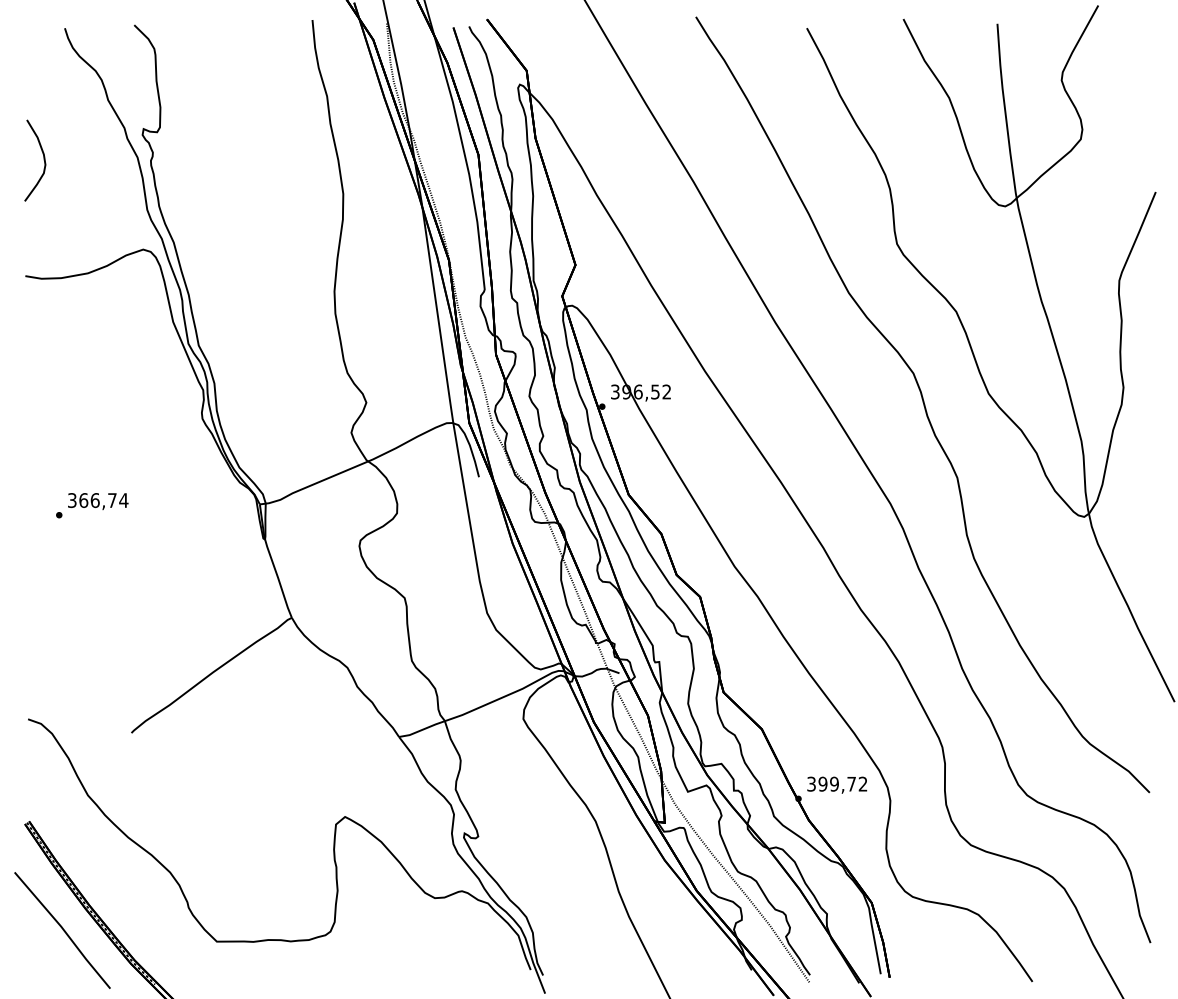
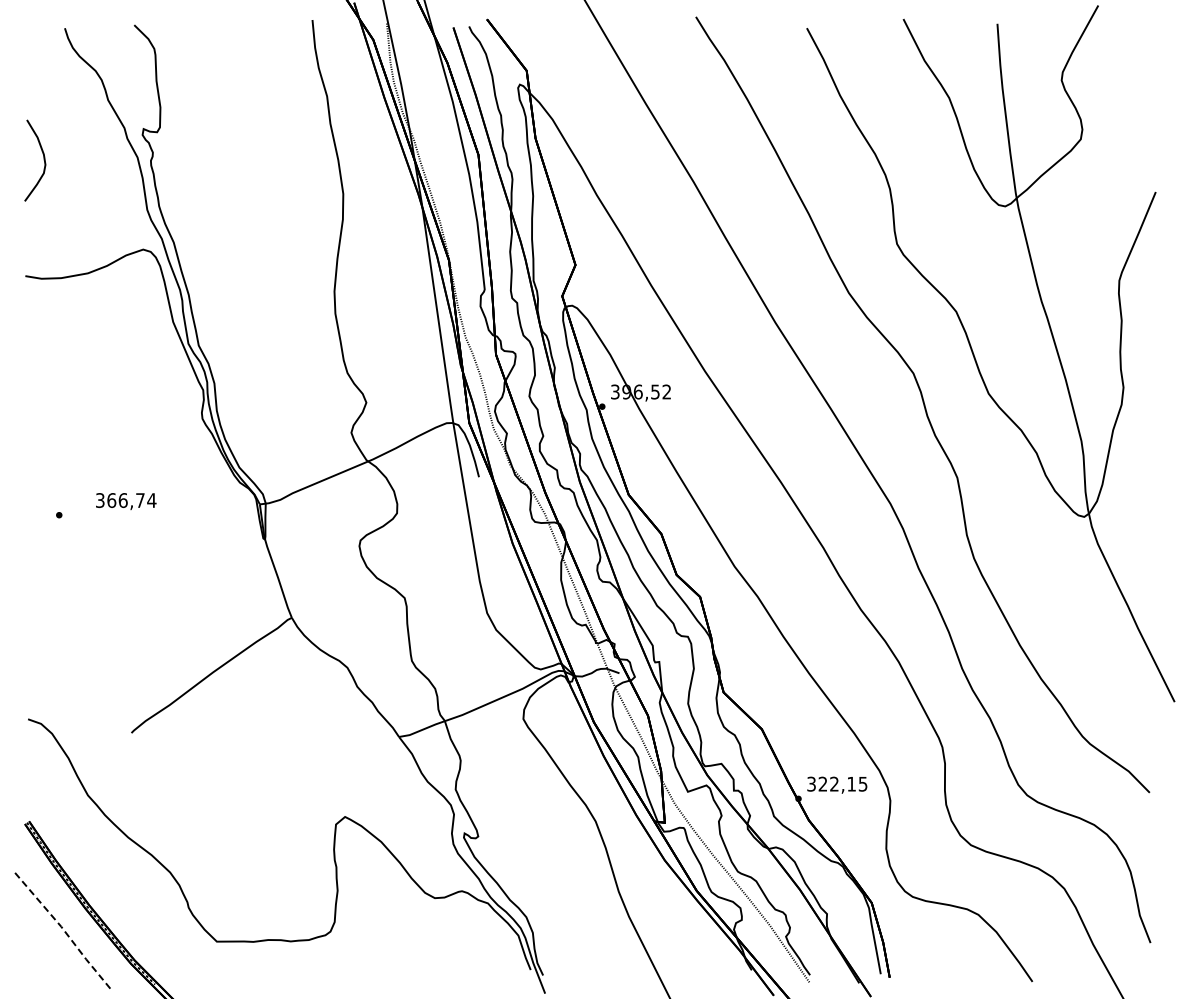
text at (98, 501) position: (98, 501) -> (126, 501)
text at (842, 783): 399,72 -> 322,15
line at (63, 929): solid -> dashed
